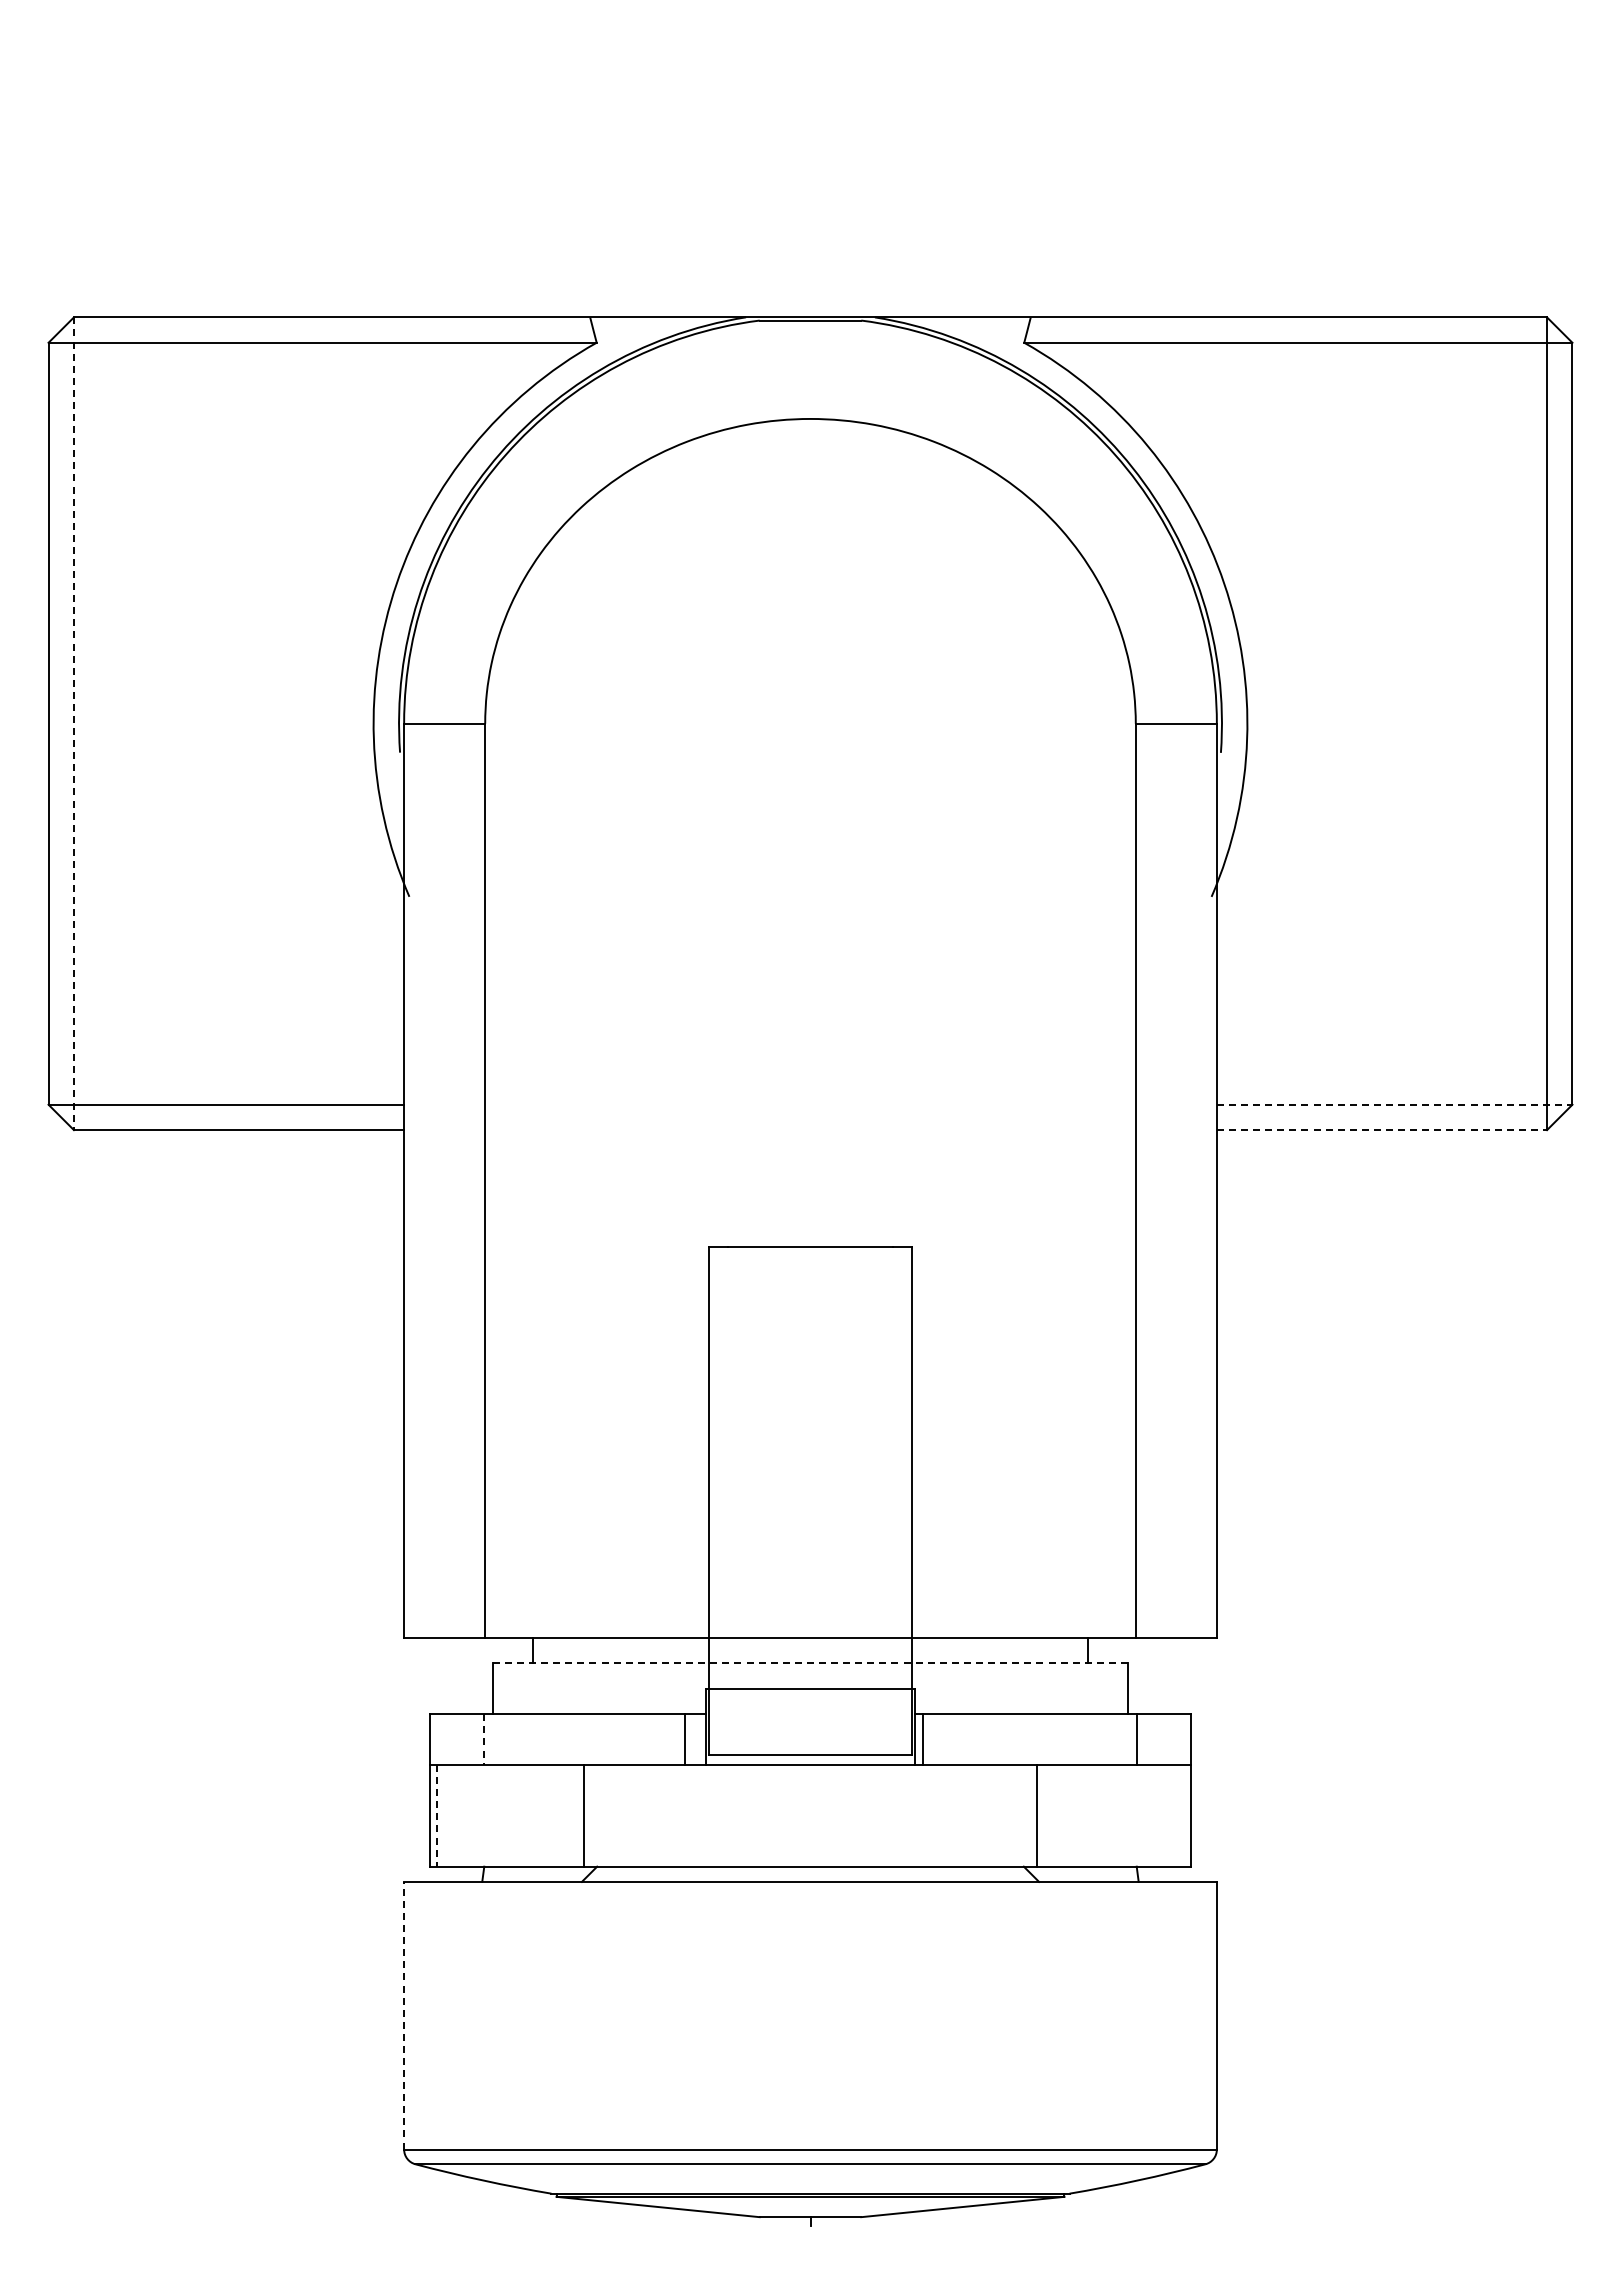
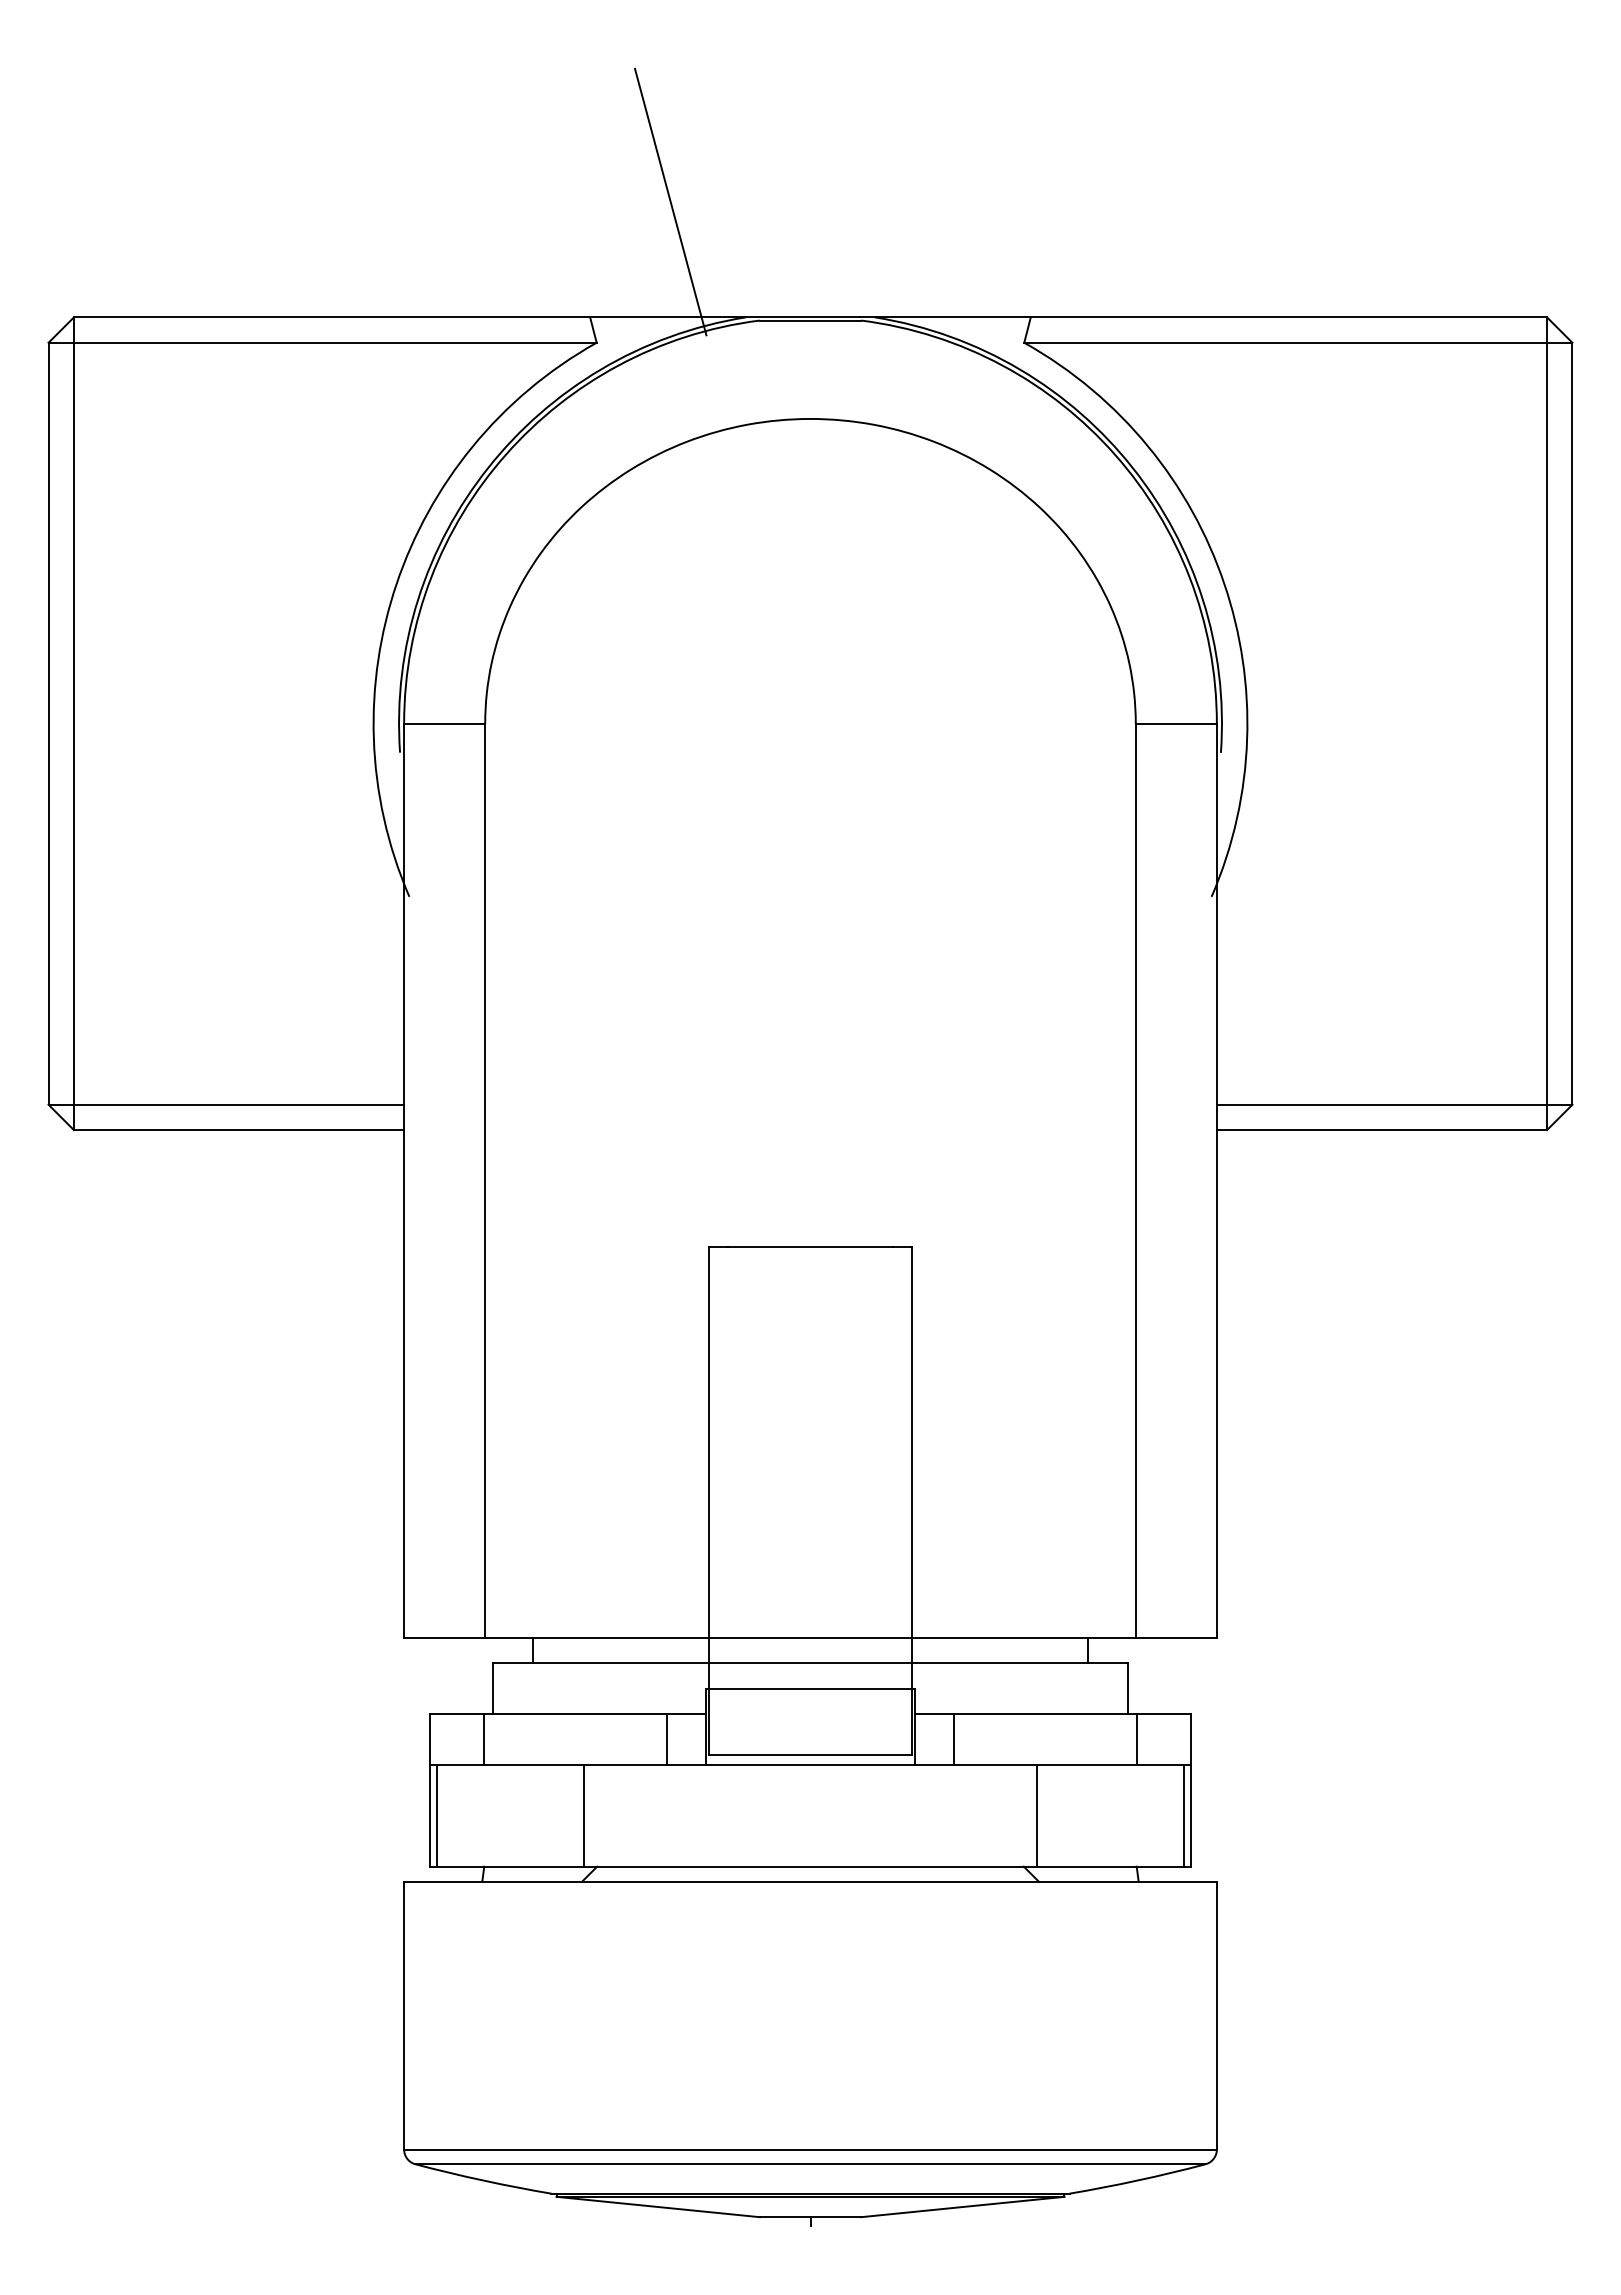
line at (670, 201): none -> present
line at (73, 724): dashed -> solid
line at (1394, 1104): dashed -> solid
line at (1382, 1130): dashed -> solid
line at (810, 1663): dashed -> solid
line at (684, 1739) position: (684, 1739) -> (666, 1739)
line at (923, 1739) position: (923, 1739) -> (954, 1739)
line at (483, 1740): dashed -> solid
line at (437, 1815): dashed -> solid
line at (1183, 1815): none -> present
line at (404, 2015): dashed -> solid
